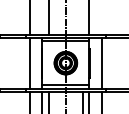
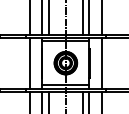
line at (42, 18): none -> present
line at (82, 18): none -> present
line at (101, 18): none -> present
